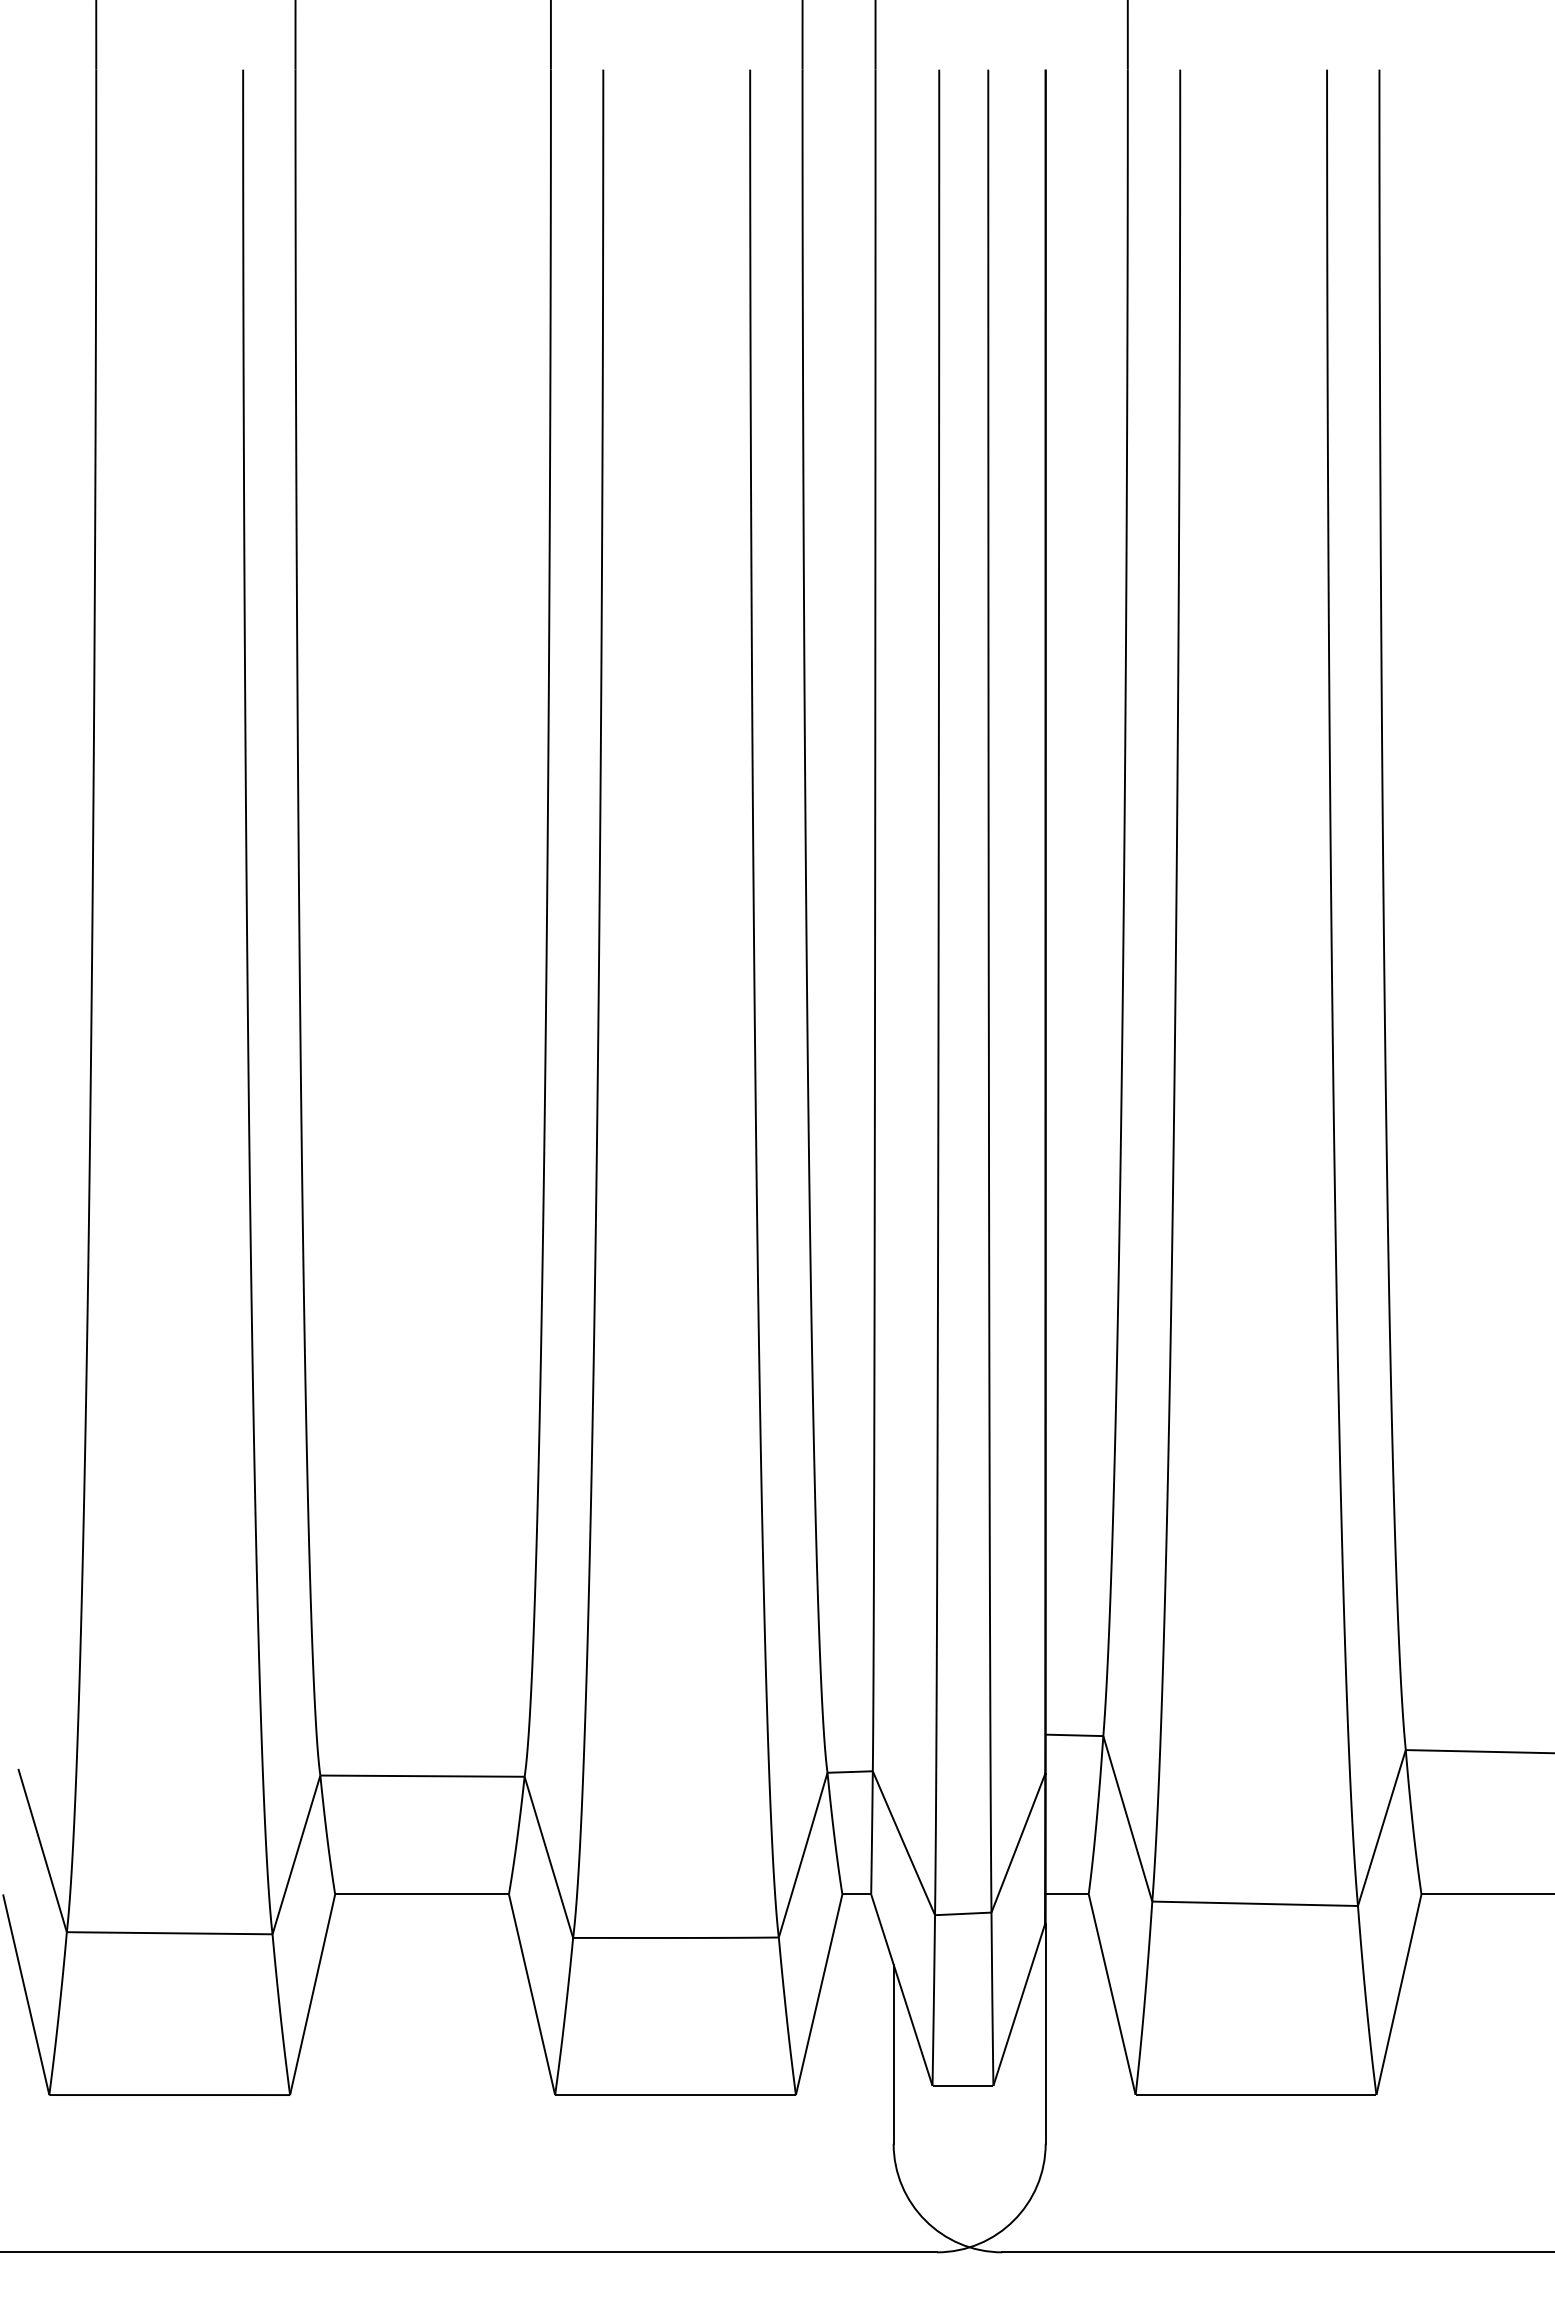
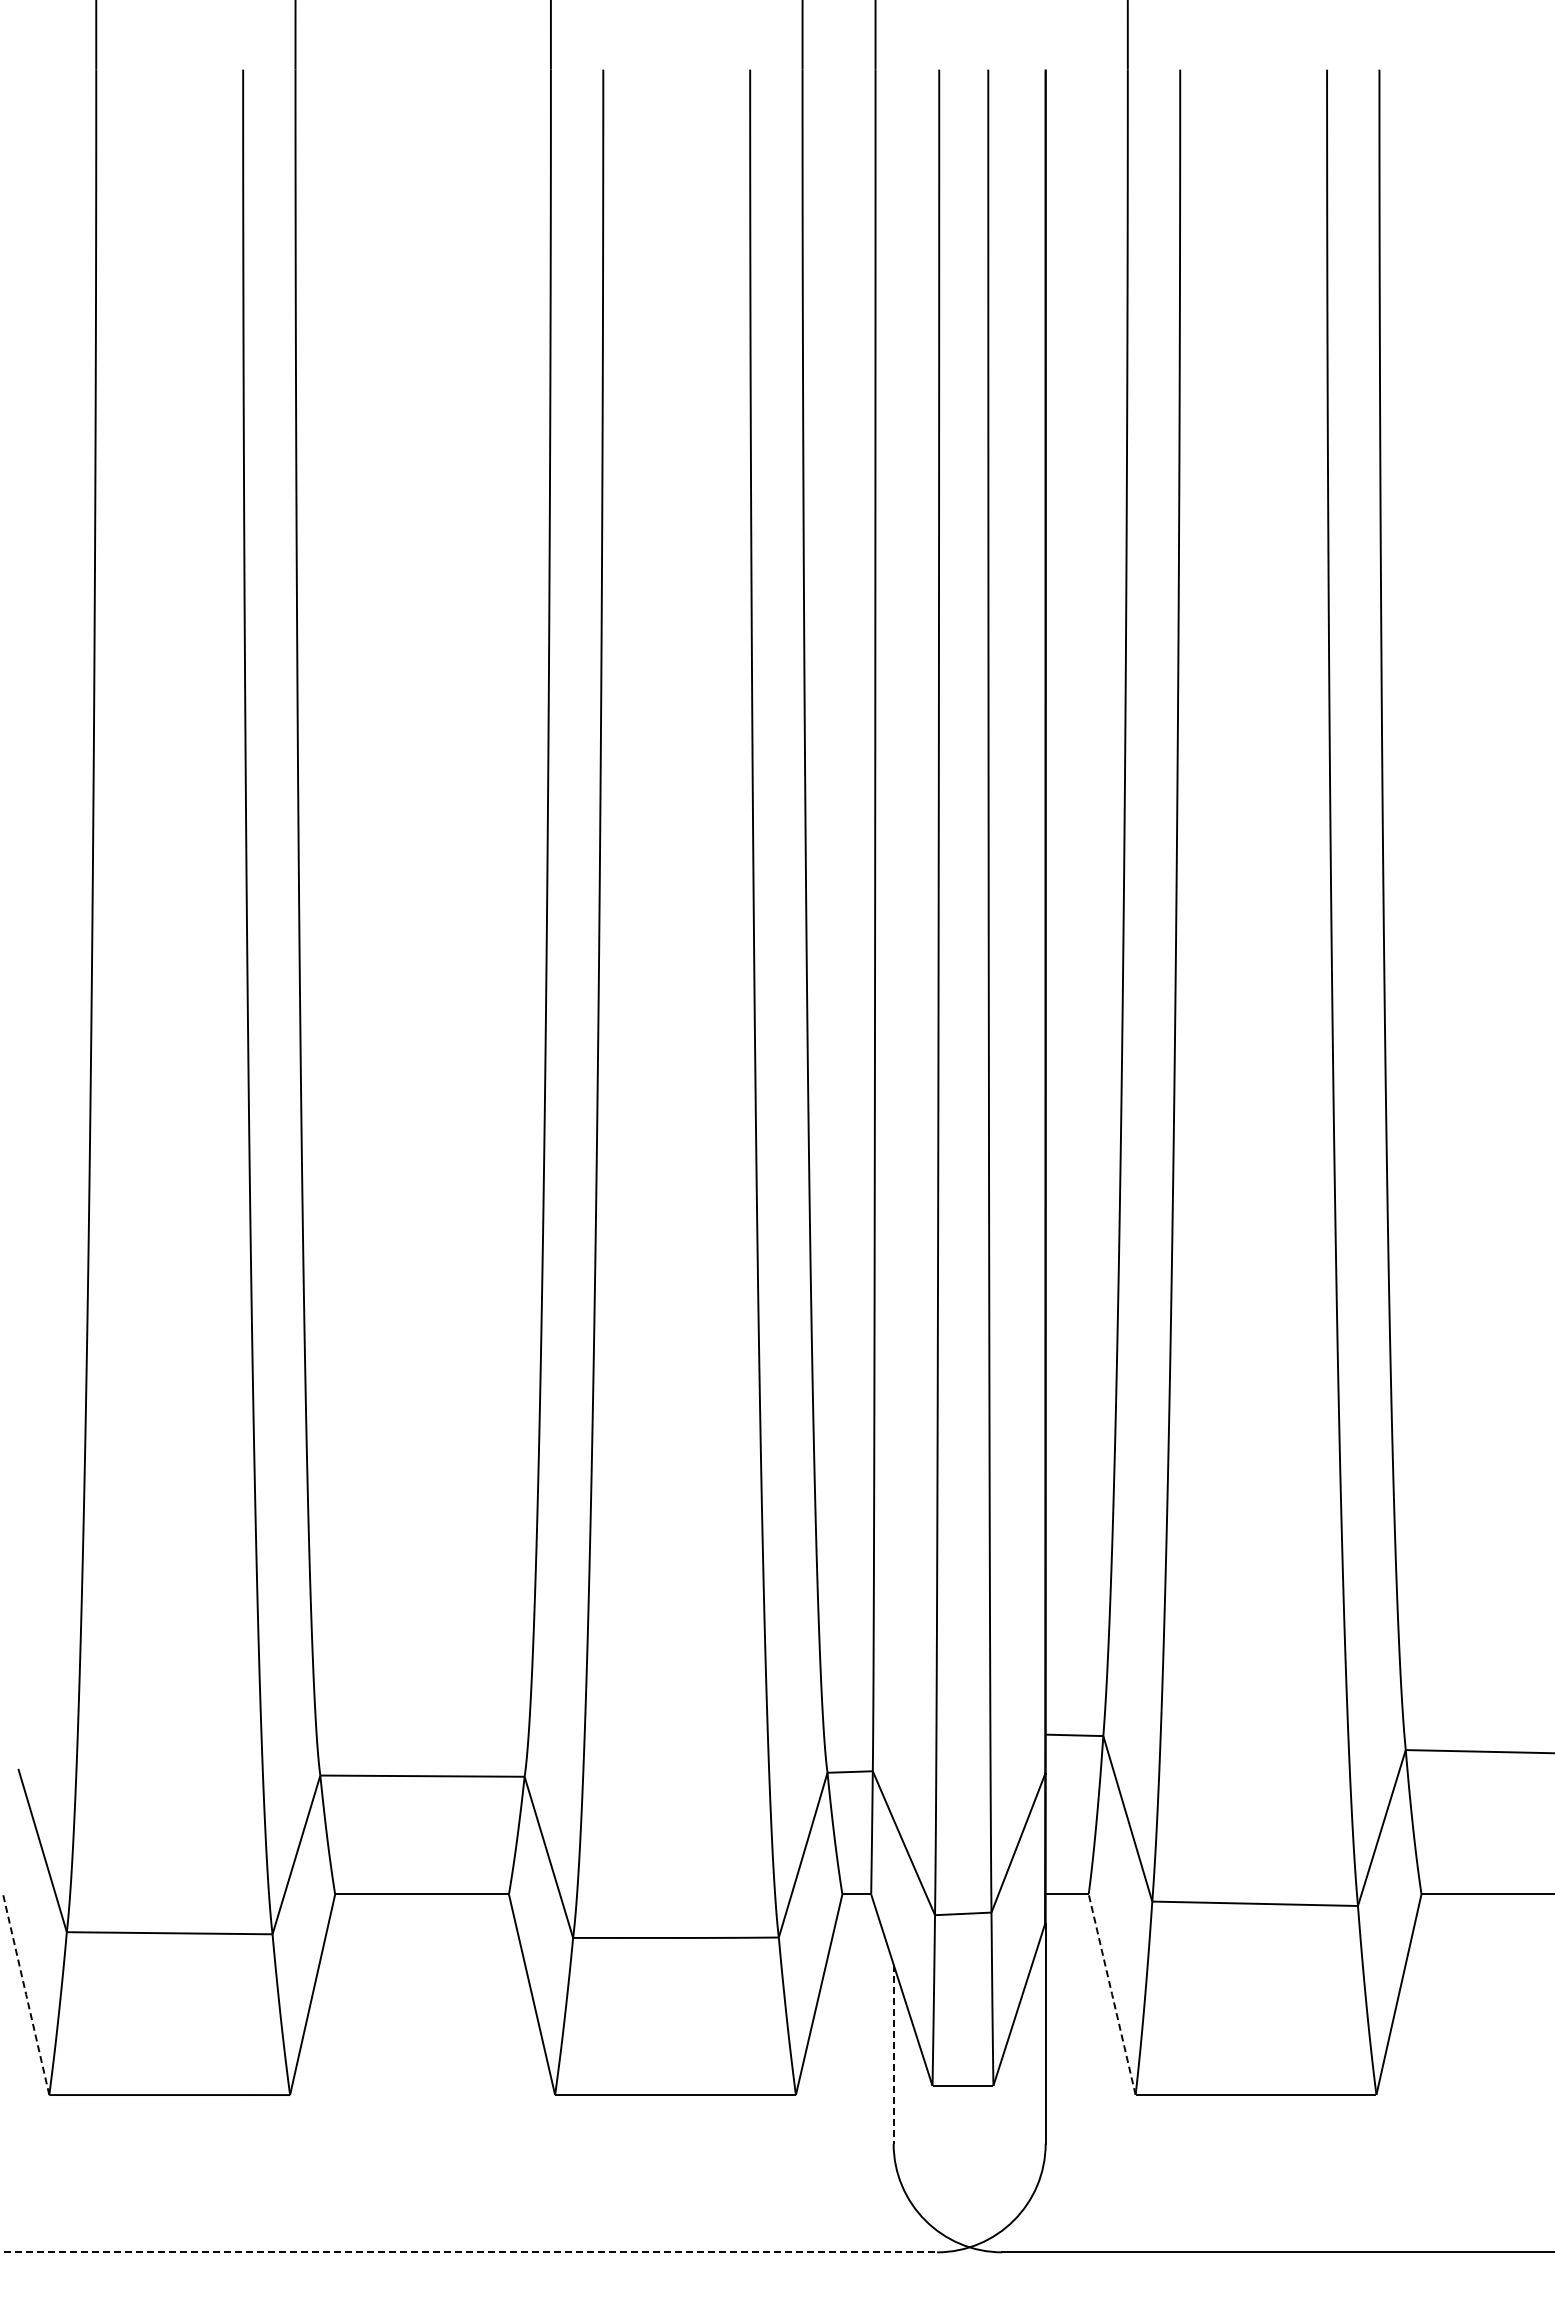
line at (26, 1994): solid -> dashed
line at (1112, 1994): solid -> dashed
line at (893, 2054): solid -> dashed
line at (469, 2252): solid -> dashed
